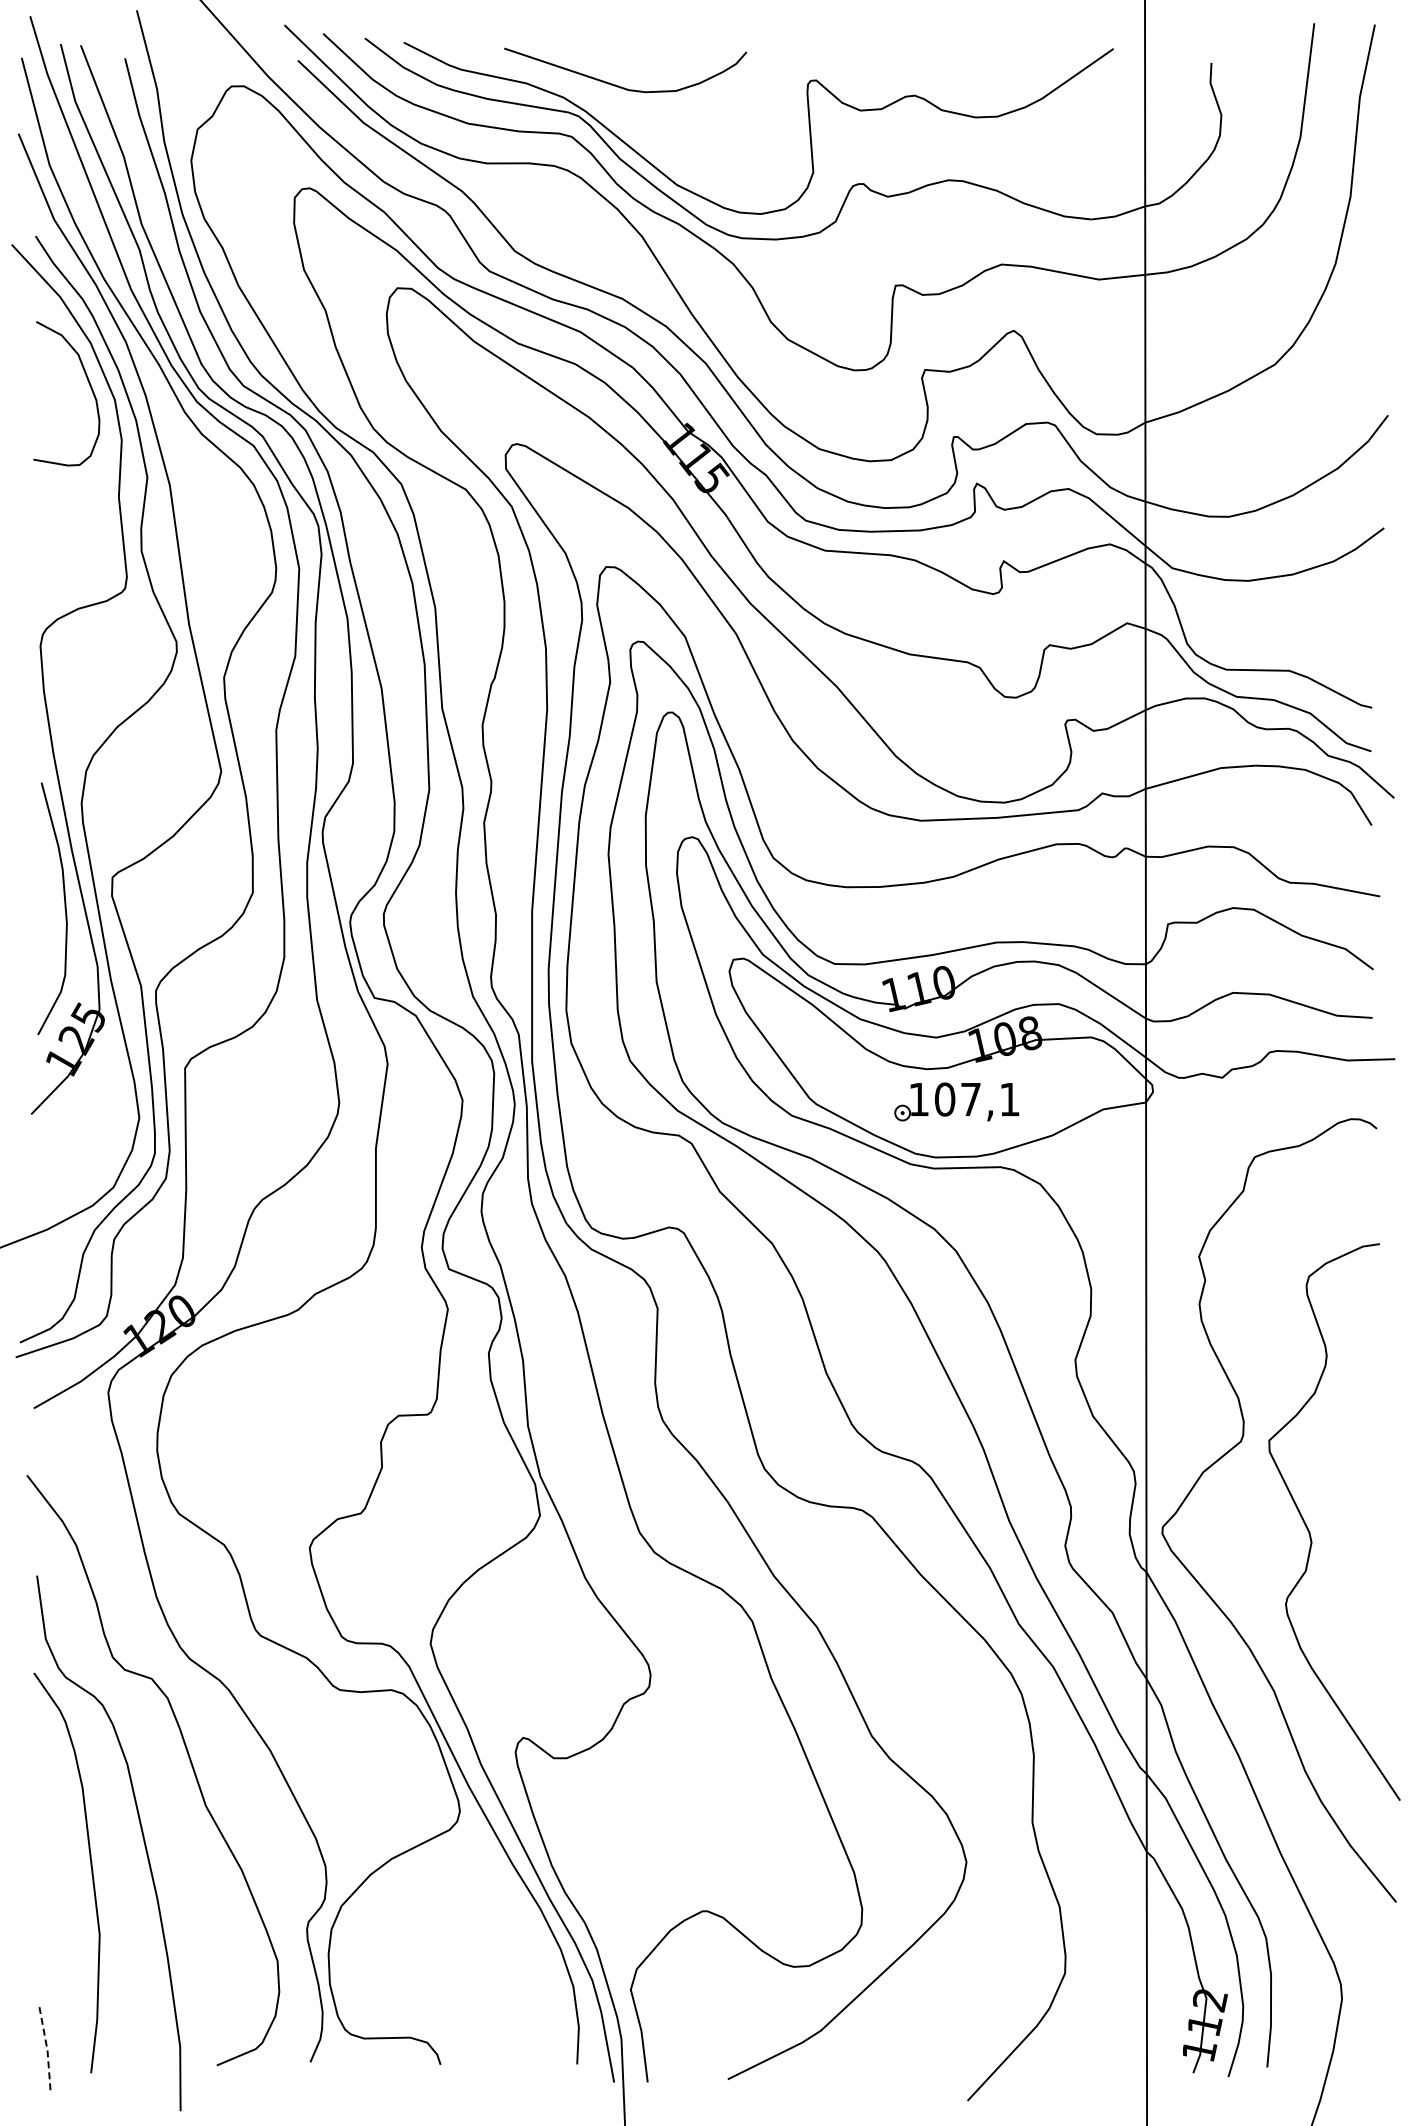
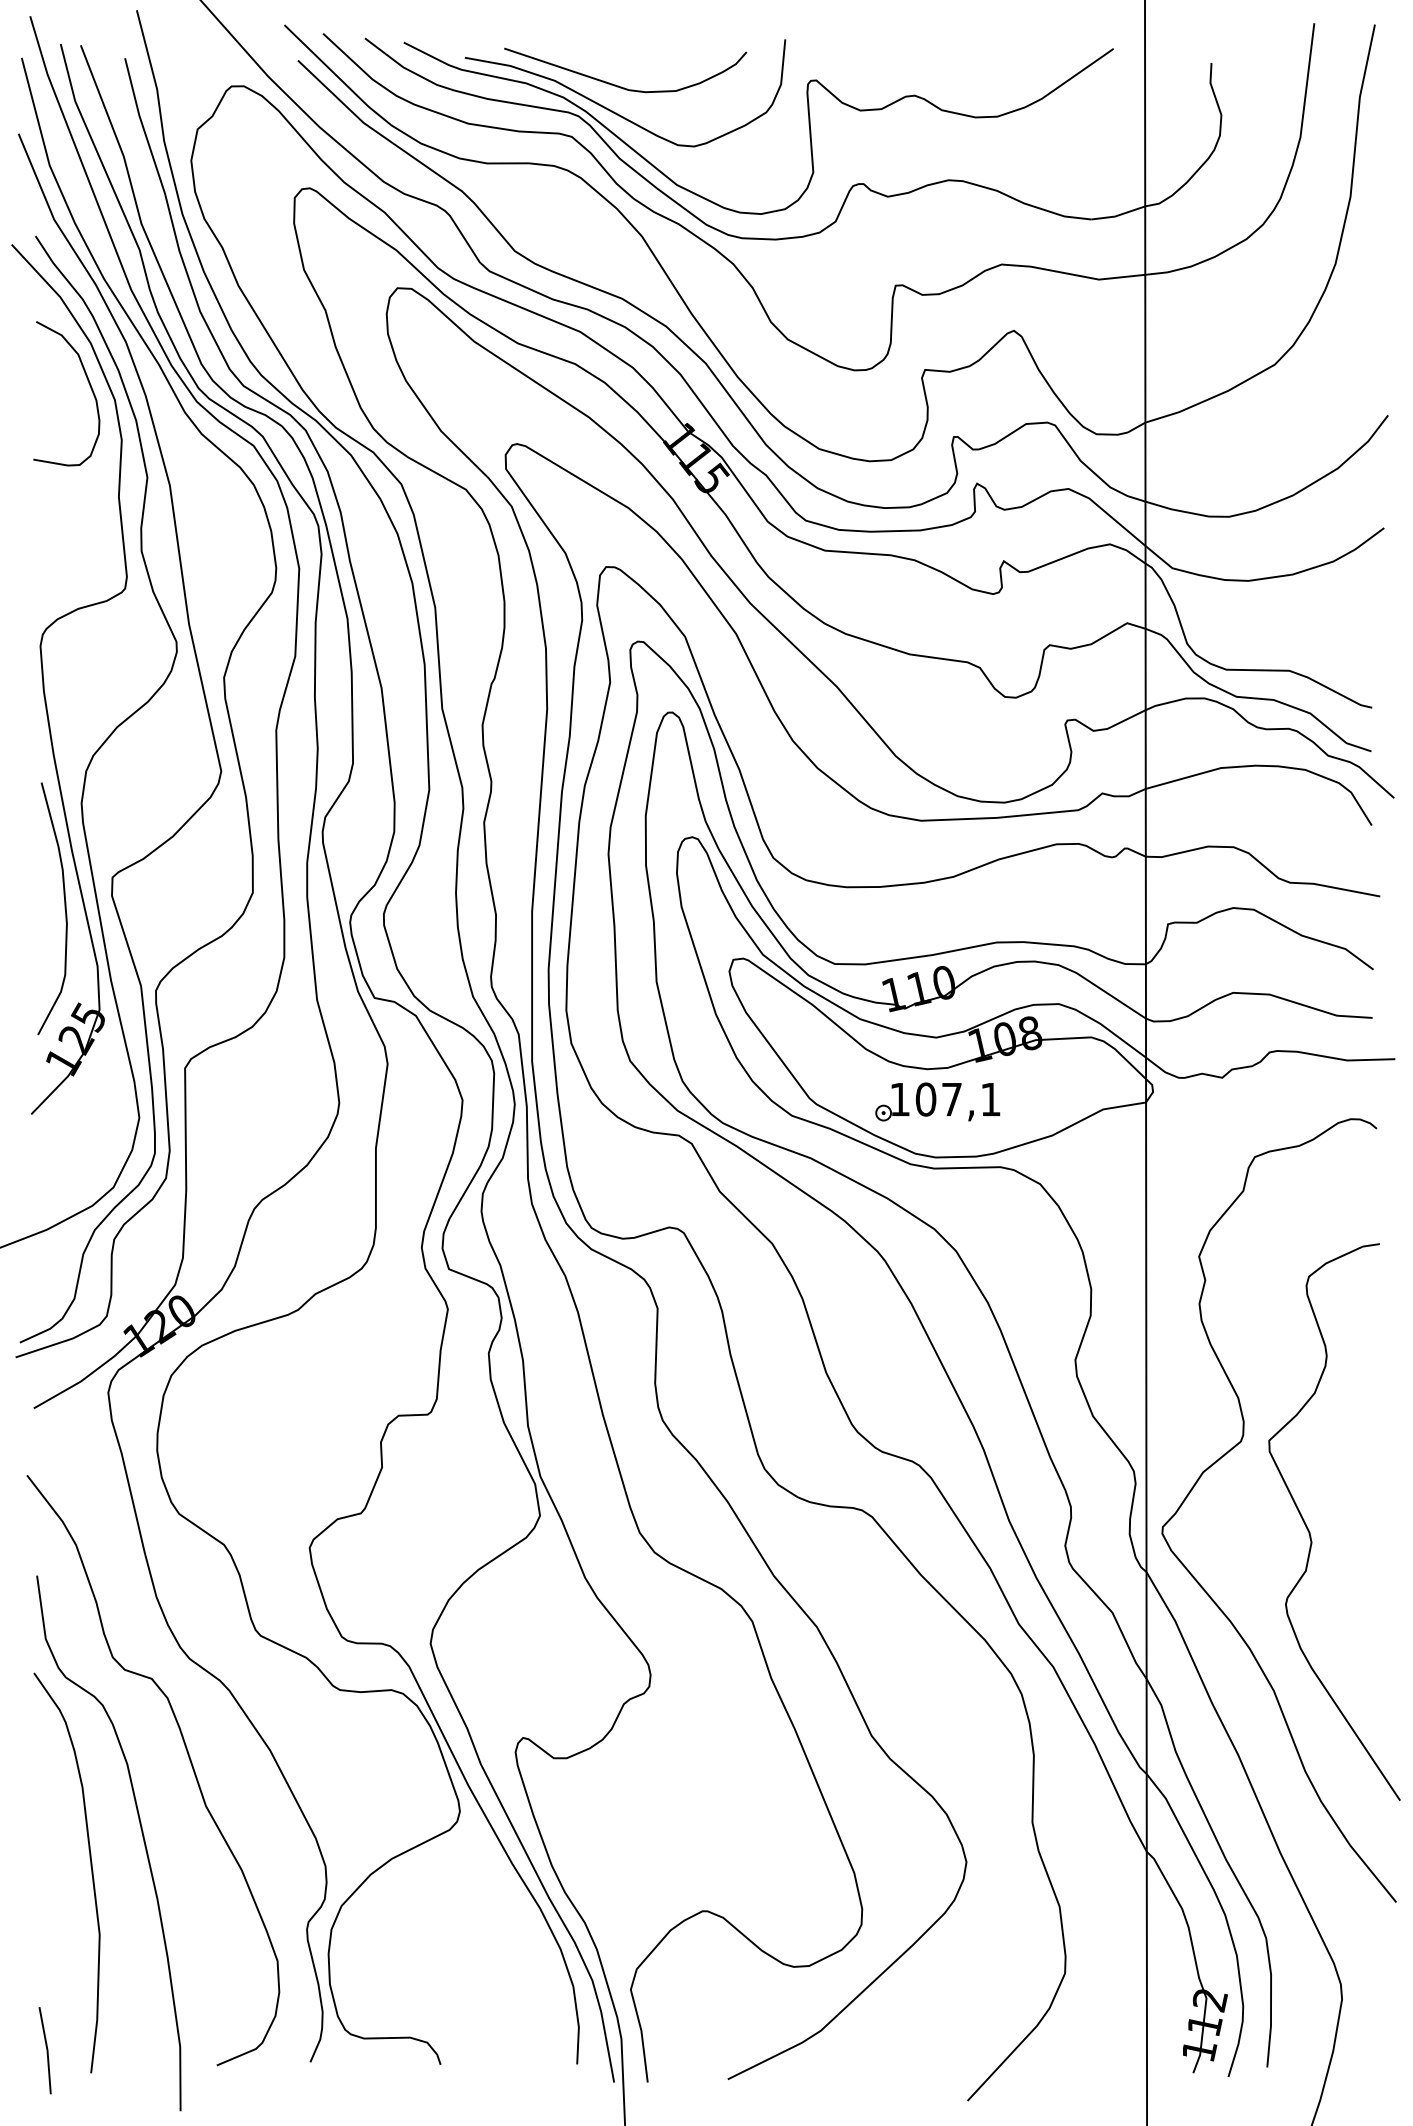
curve at (616, 112): none -> present
part at (956, 1101) position: (956, 1101) -> (937, 1101)
line at (47, 2050): dashed -> solid
